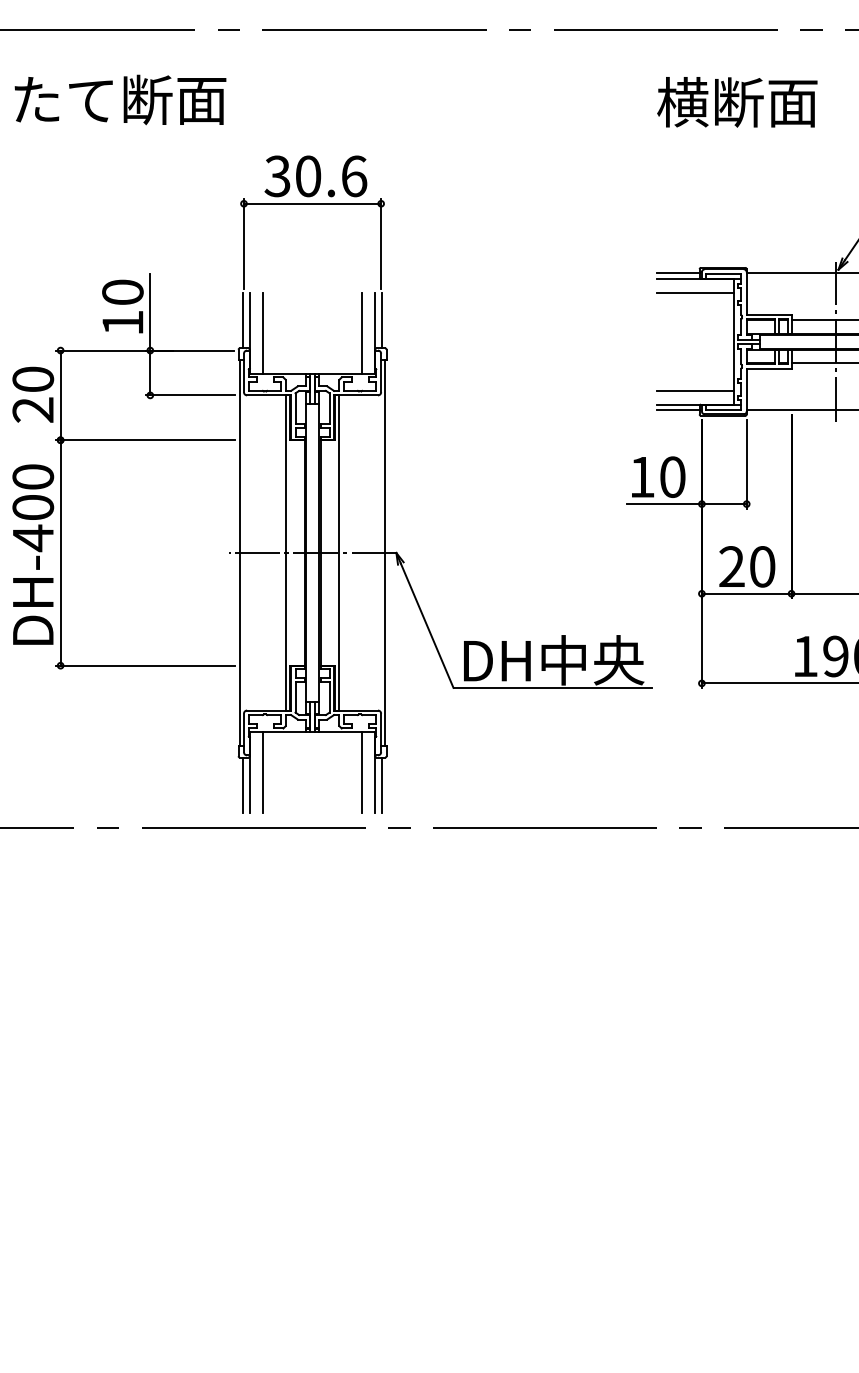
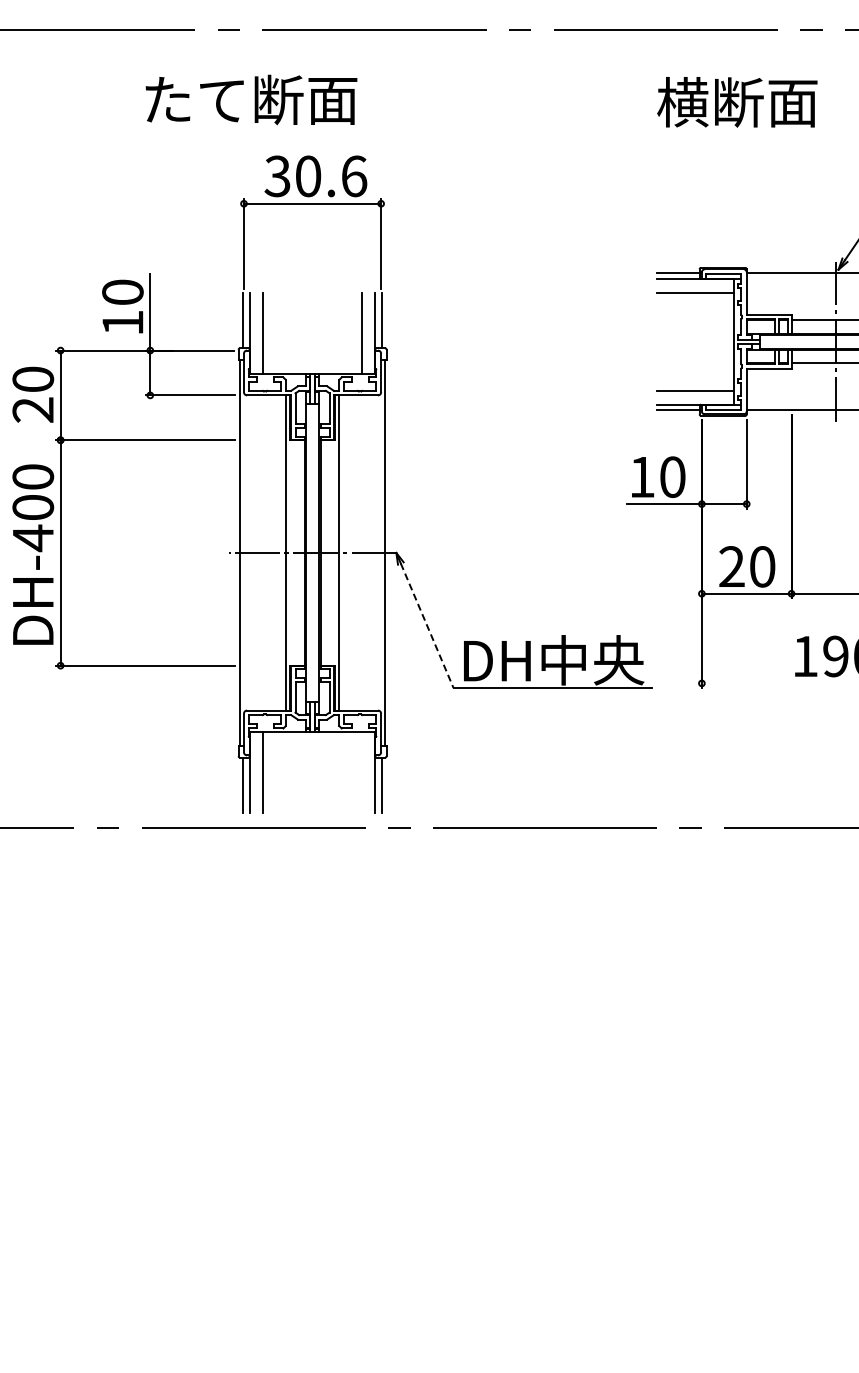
text at (120, 99) position: (120, 99) -> (251, 99)
line at (427, 625): solid -> dashed
line at (778, 683): present -> none
line at (361, 771): present -> none
